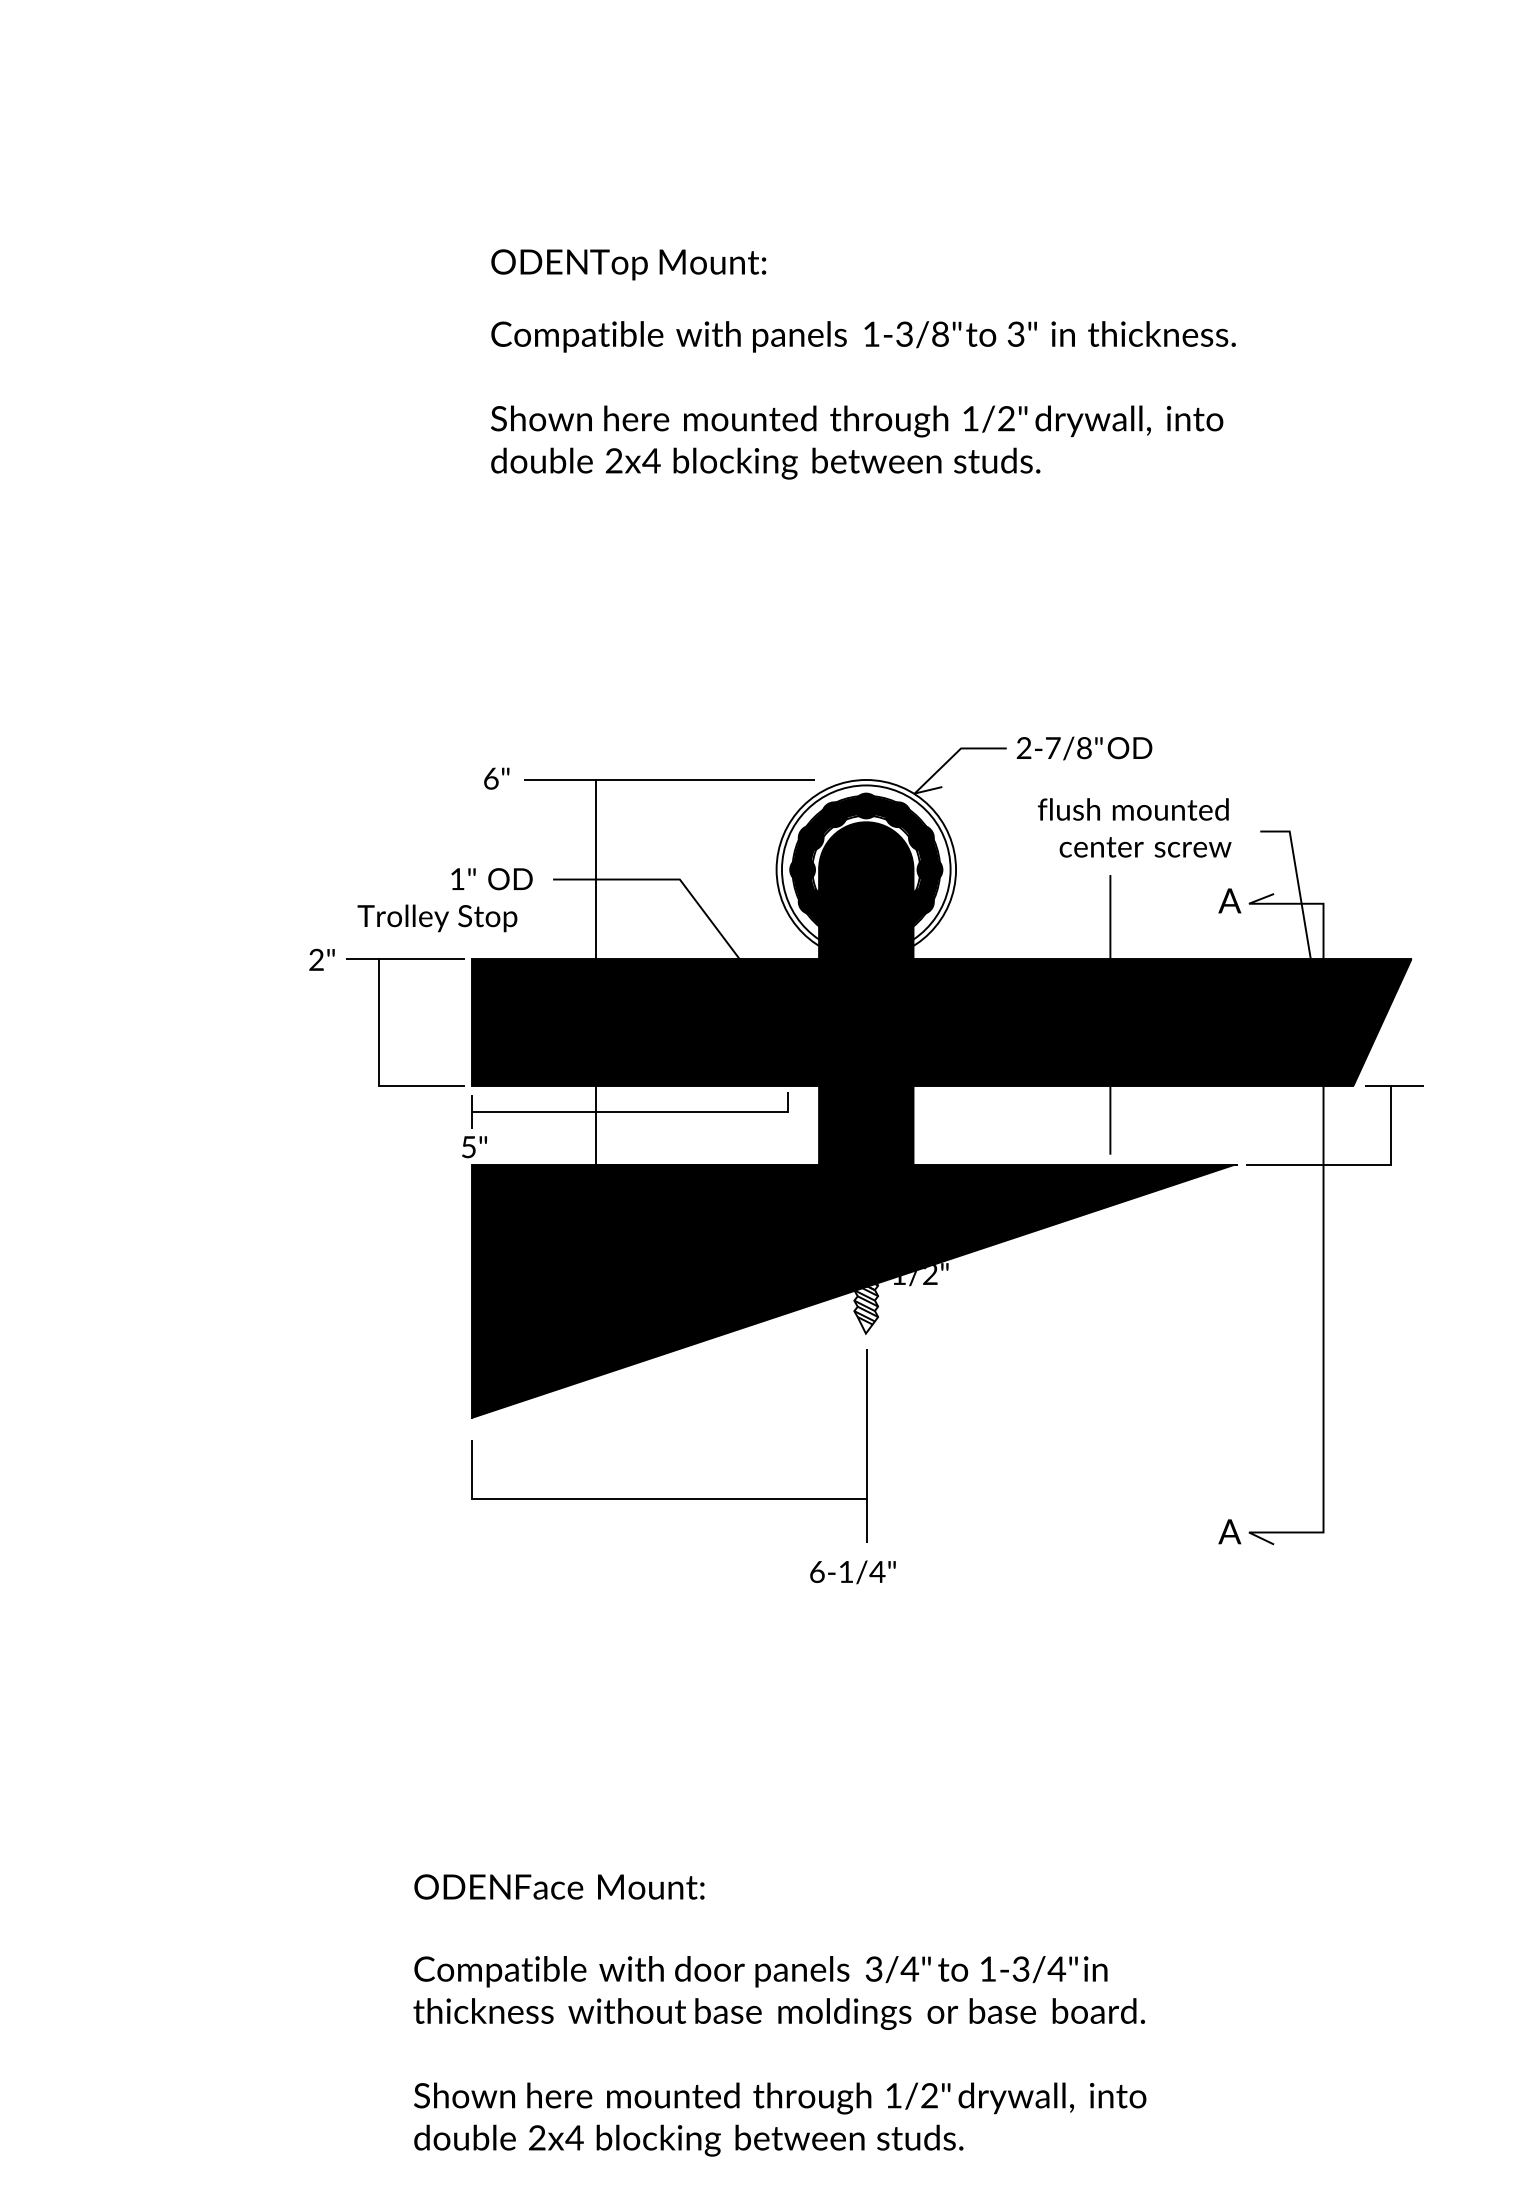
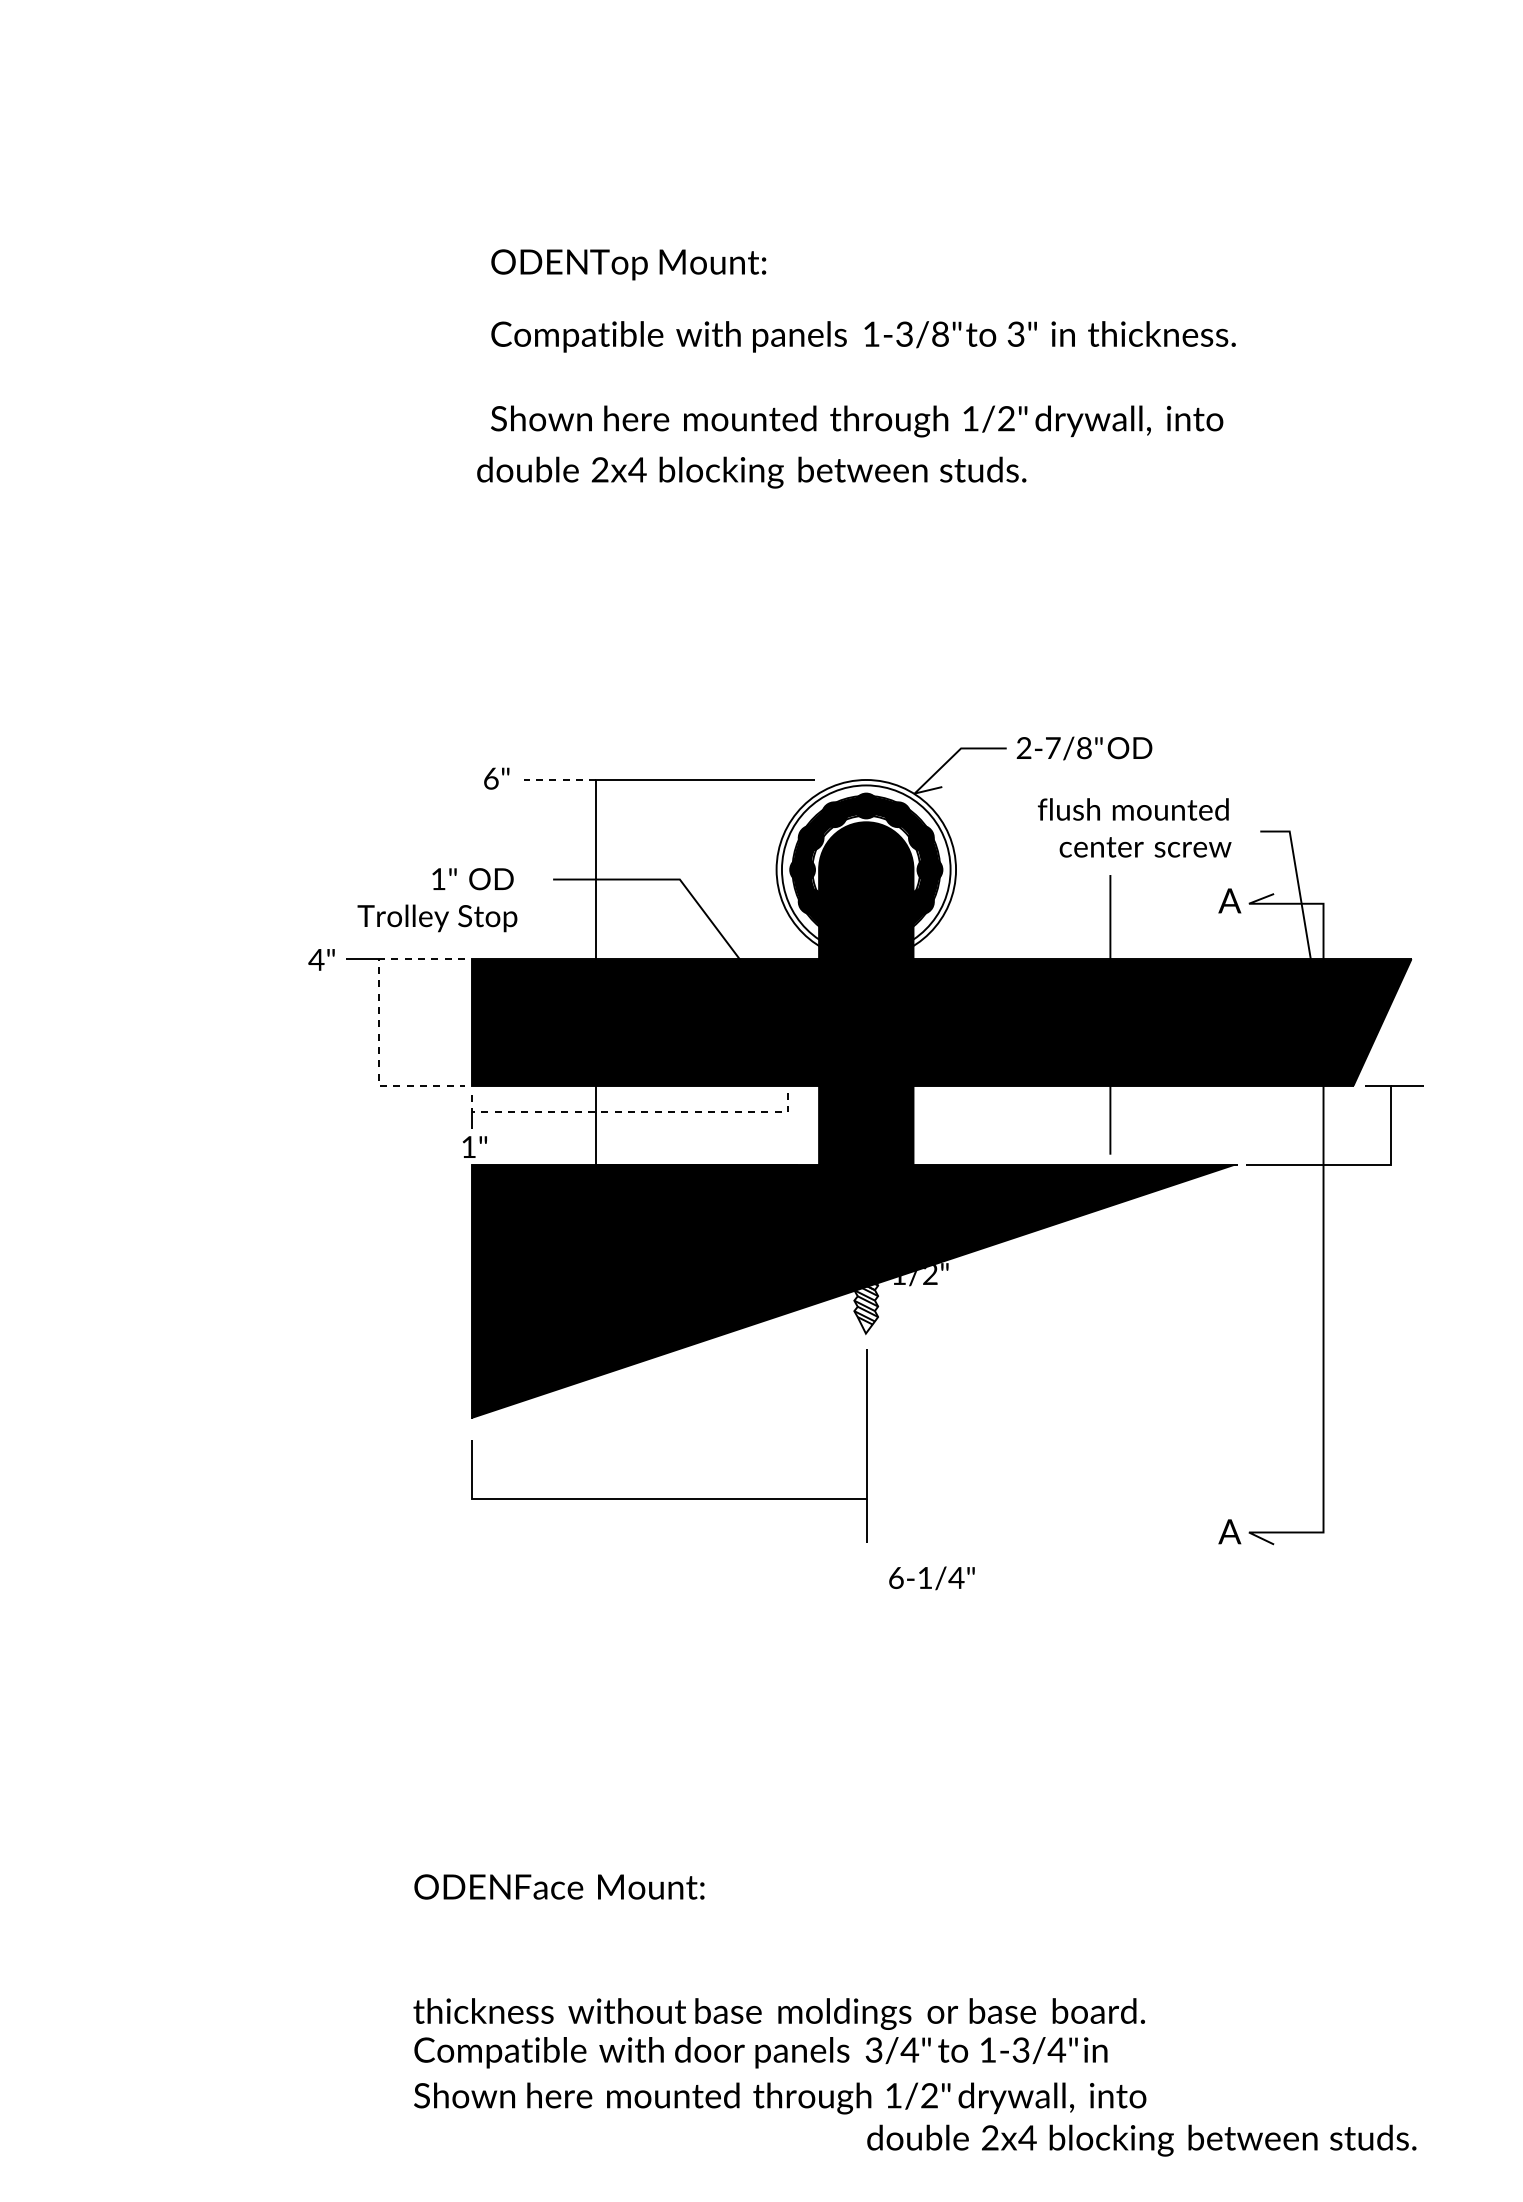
text at (765, 463) position: (765, 463) -> (751, 472)
line at (559, 779): solid -> dashed
text at (491, 879) position: (491, 879) -> (472, 879)
text at (316, 959): 2" -> 4"
line at (379, 1023): solid -> dashed
line at (631, 1112): solid -> dashed
text at (468, 1147): 5" -> 1"
text at (852, 1572) position: (852, 1572) -> (931, 1578)
text at (760, 1971) position: (760, 1971) -> (760, 2052)
text at (688, 2140) position: (688, 2140) -> (1141, 2140)
